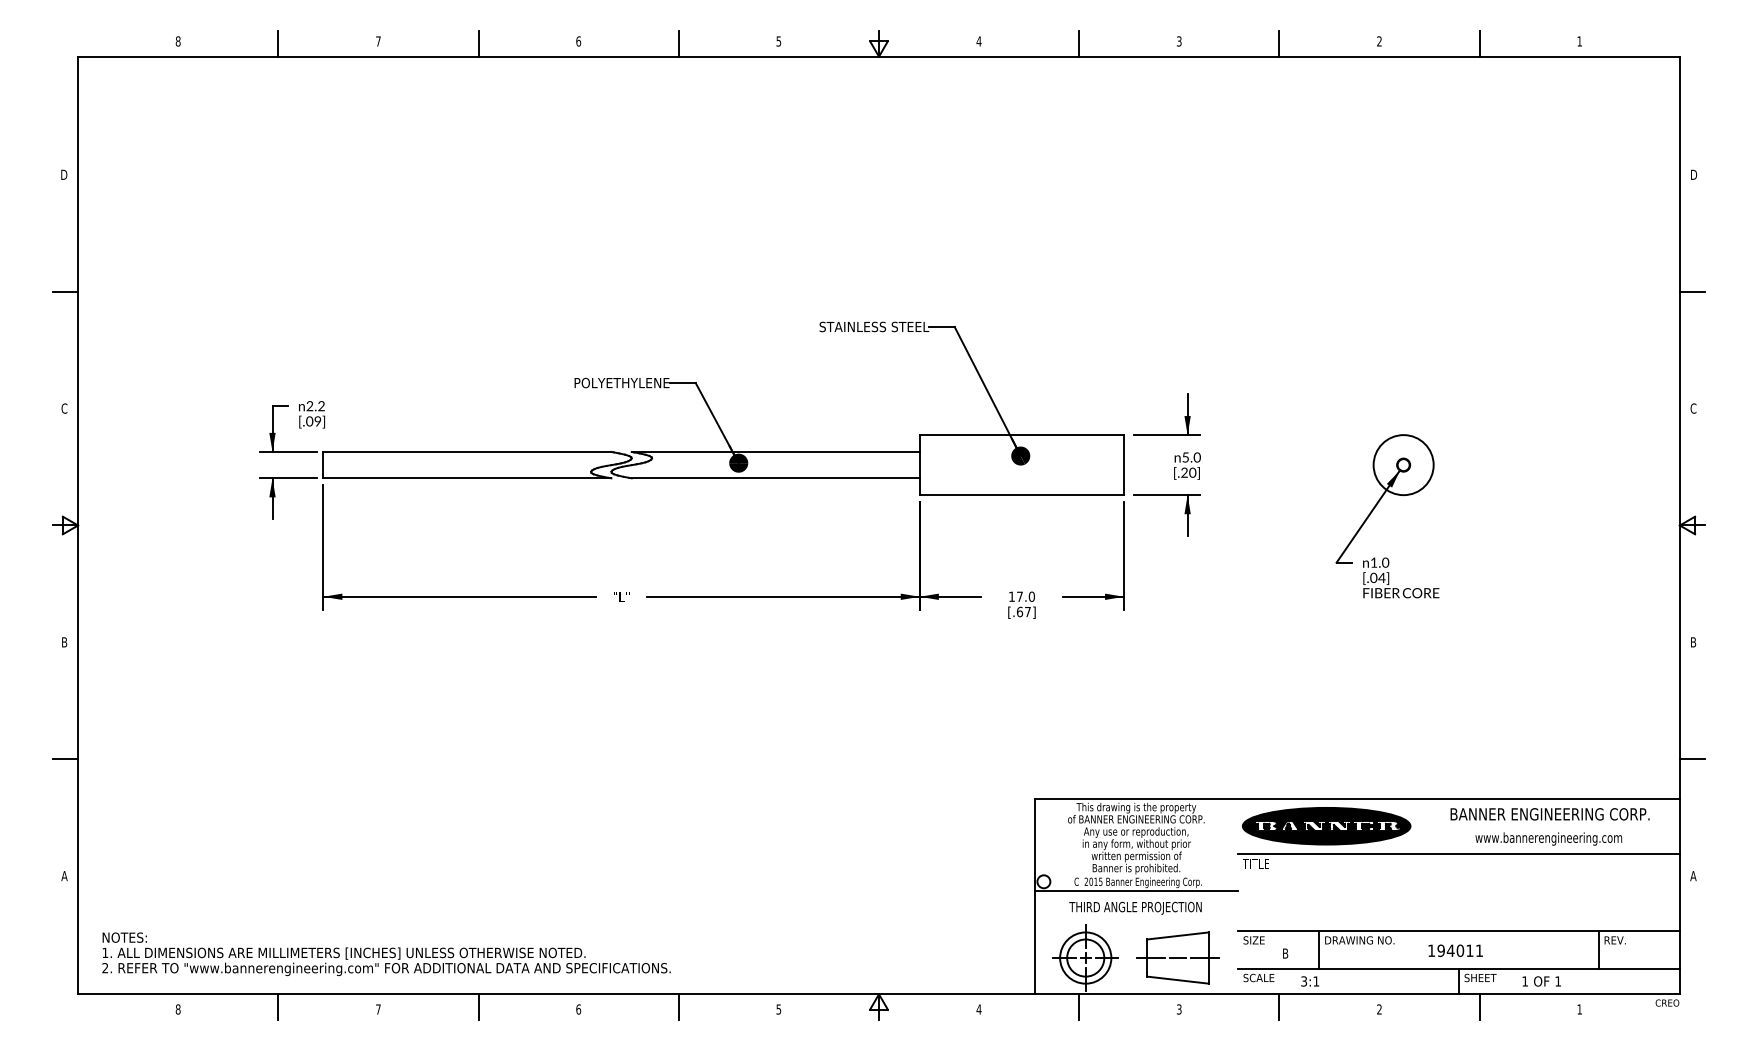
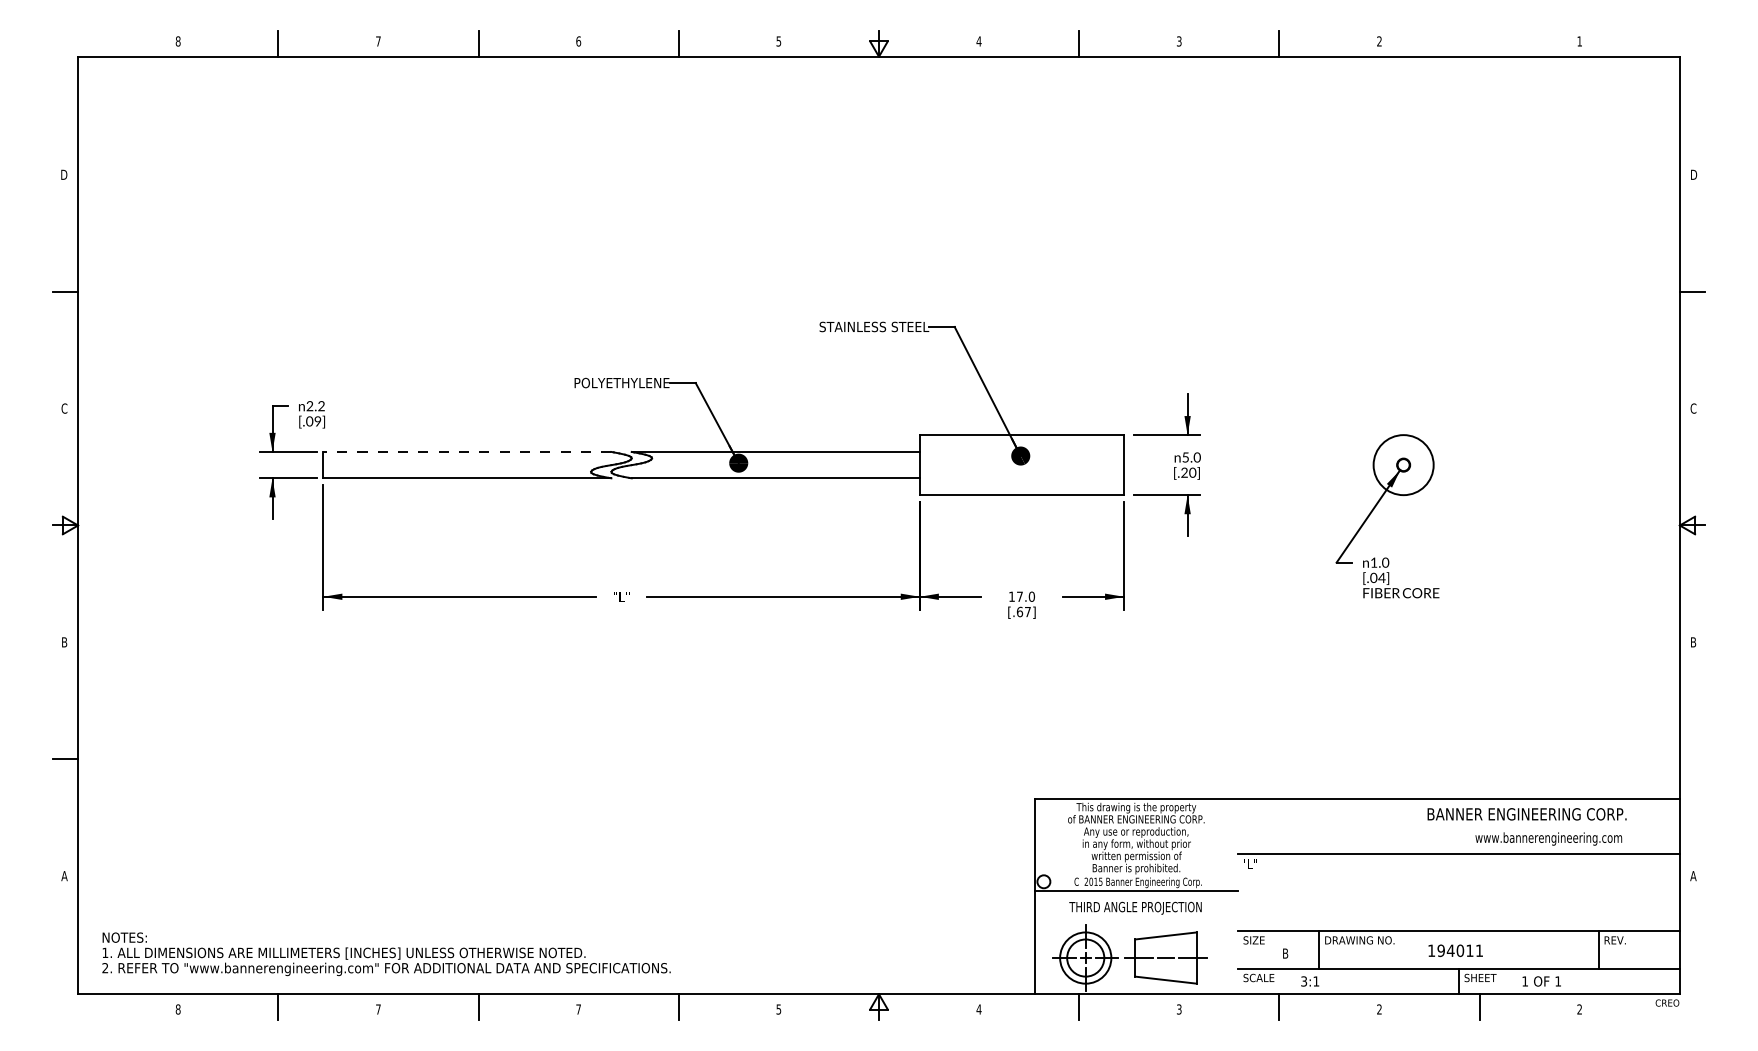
line at (1479, 43): present -> none
line at (466, 451): solid -> dashed
line at (1692, 759): present -> none
text at (1549, 814) position: (1549, 814) -> (1526, 814)
part at (1326, 826): present -> none
text at (1255, 863): TITLE -> "L"
part at (1177, 957) position: (1177, 957) -> (1165, 957)
text at (578, 1009): 6 -> 7
text at (1579, 1009): 1 -> 2
